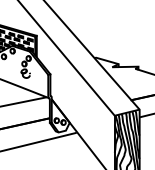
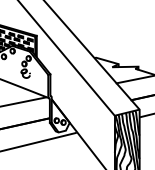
line at (133, 79): none -> present
